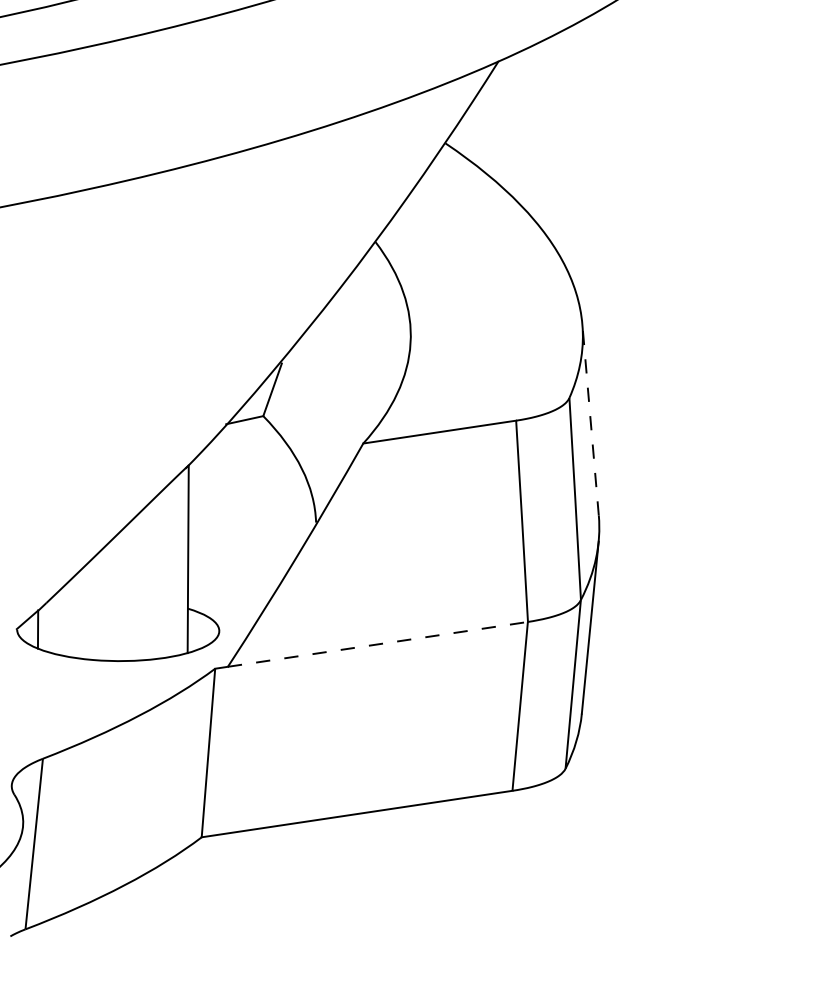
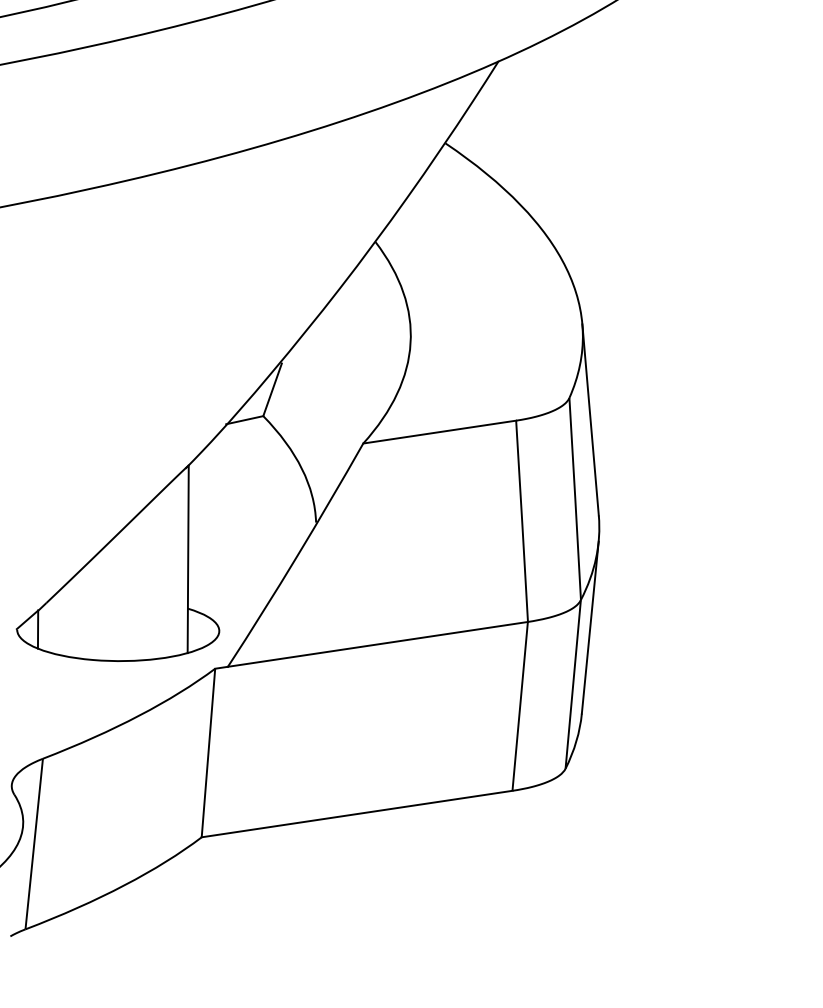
line at (590, 419): dashed -> solid
line at (377, 644): dashed -> solid
